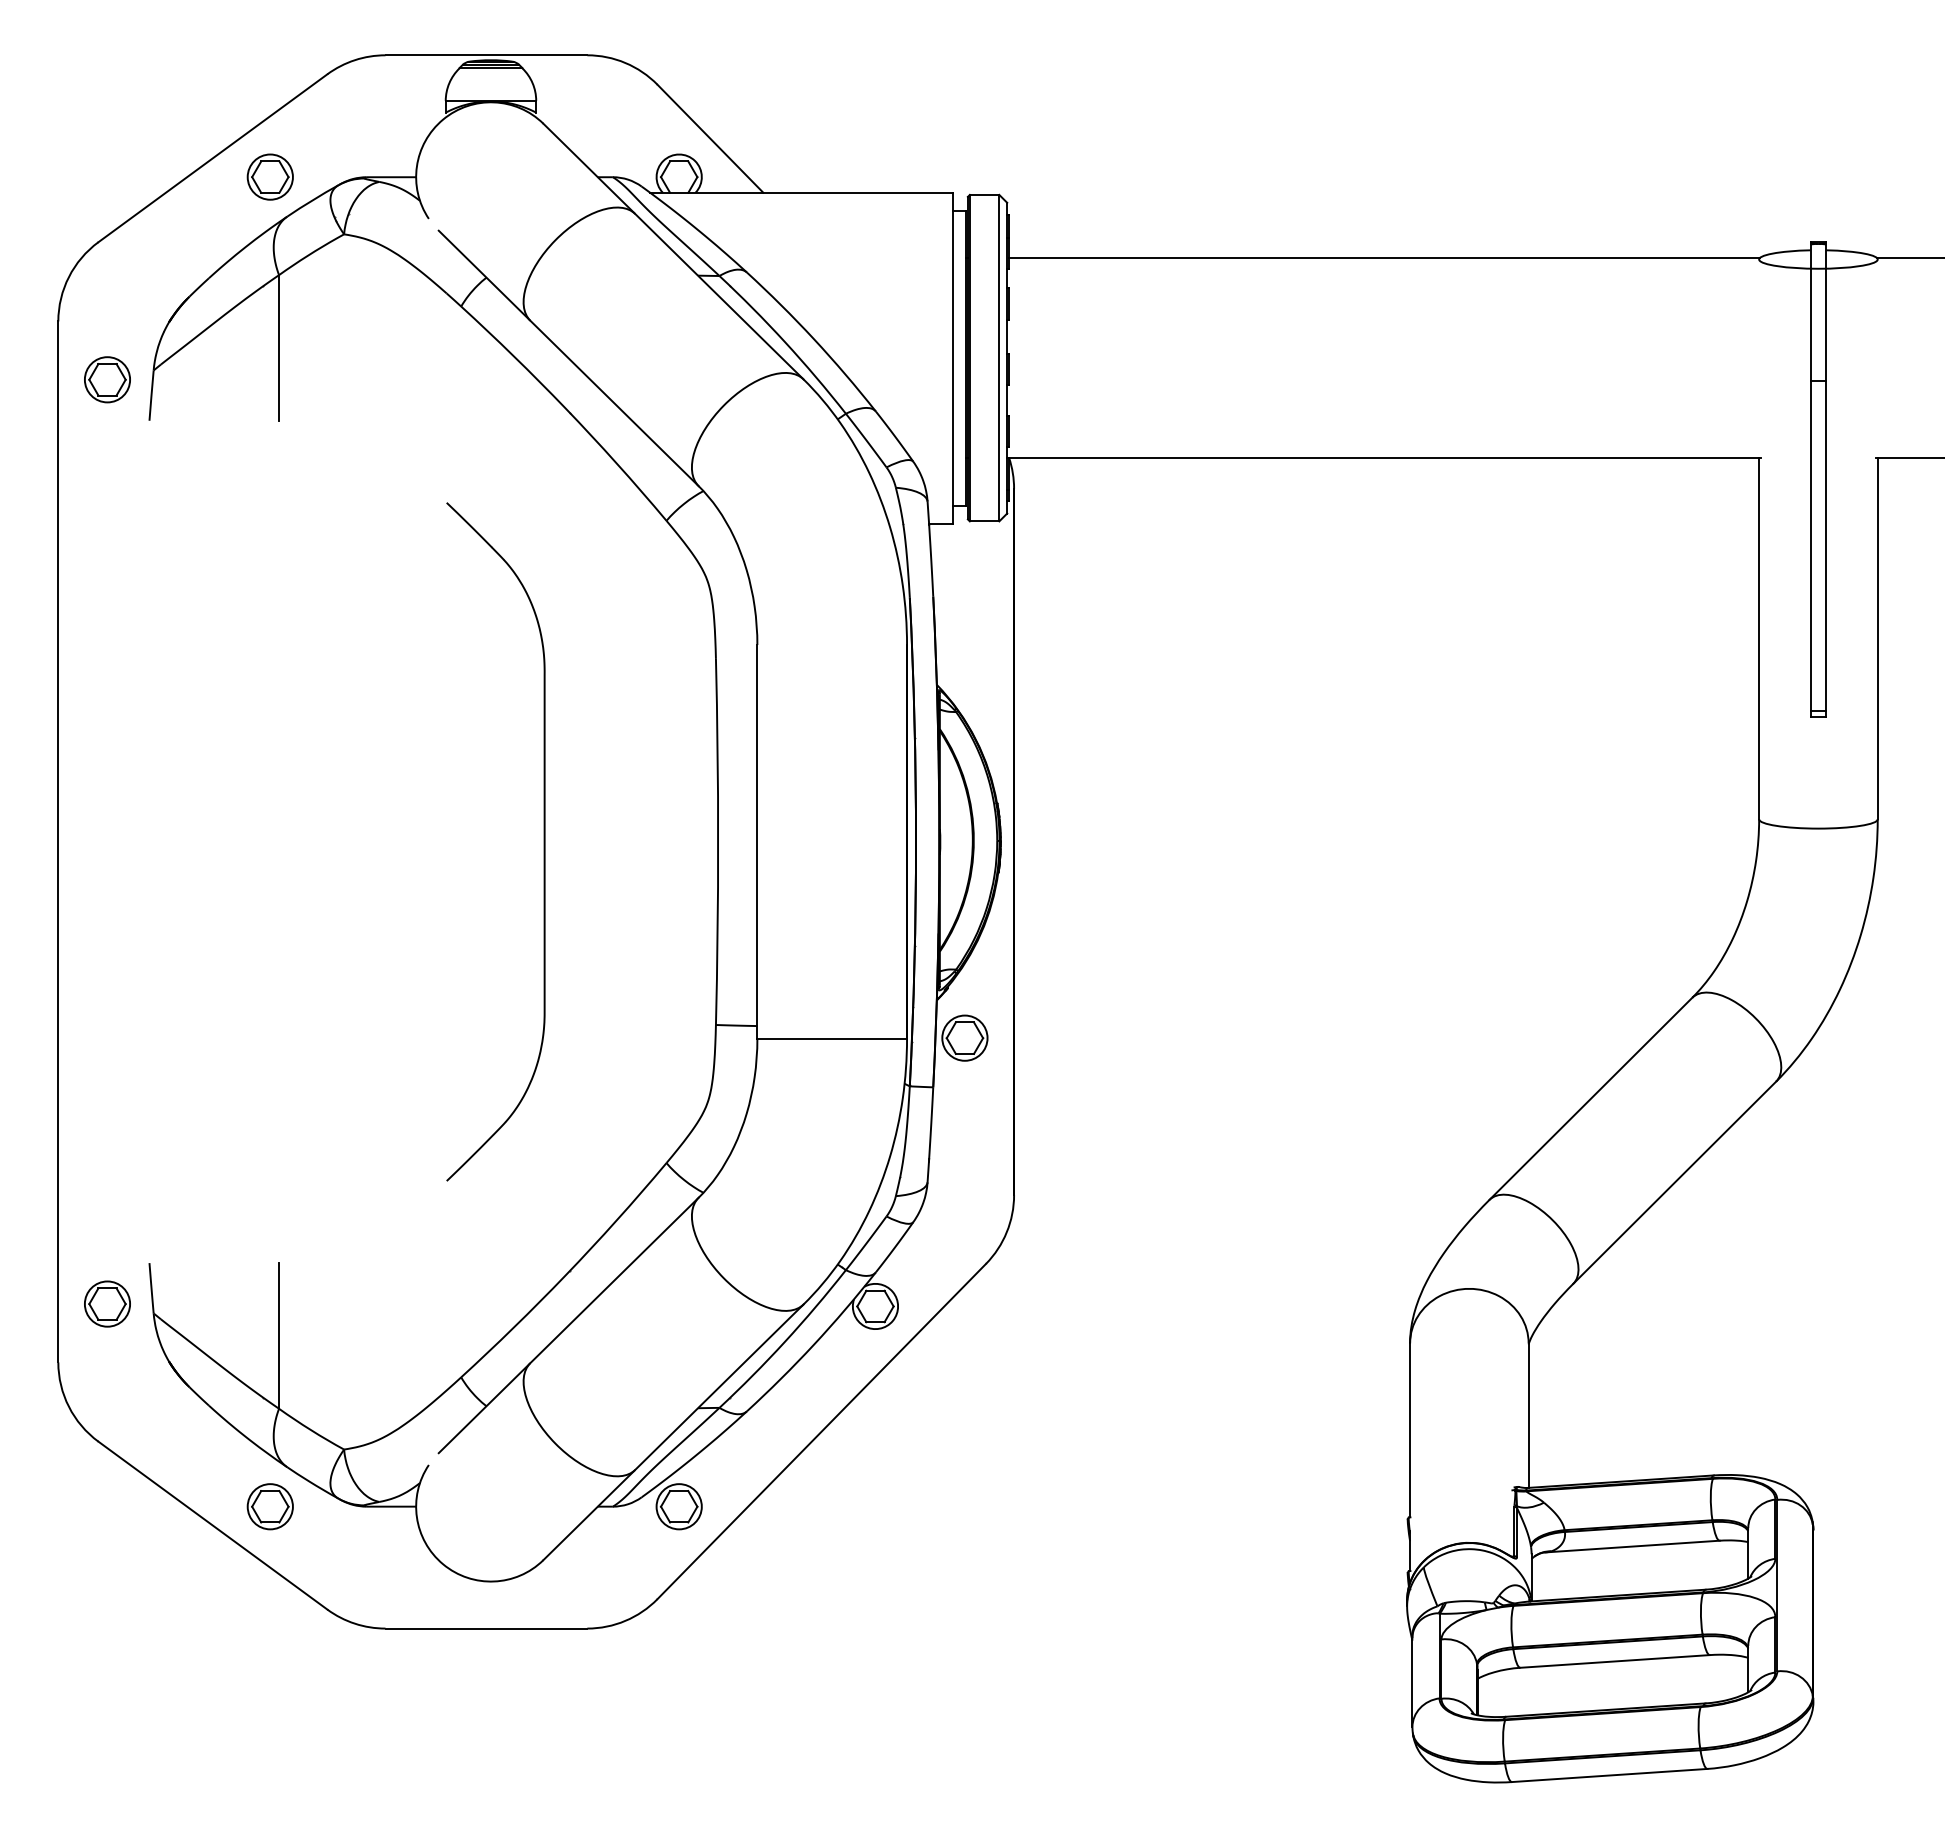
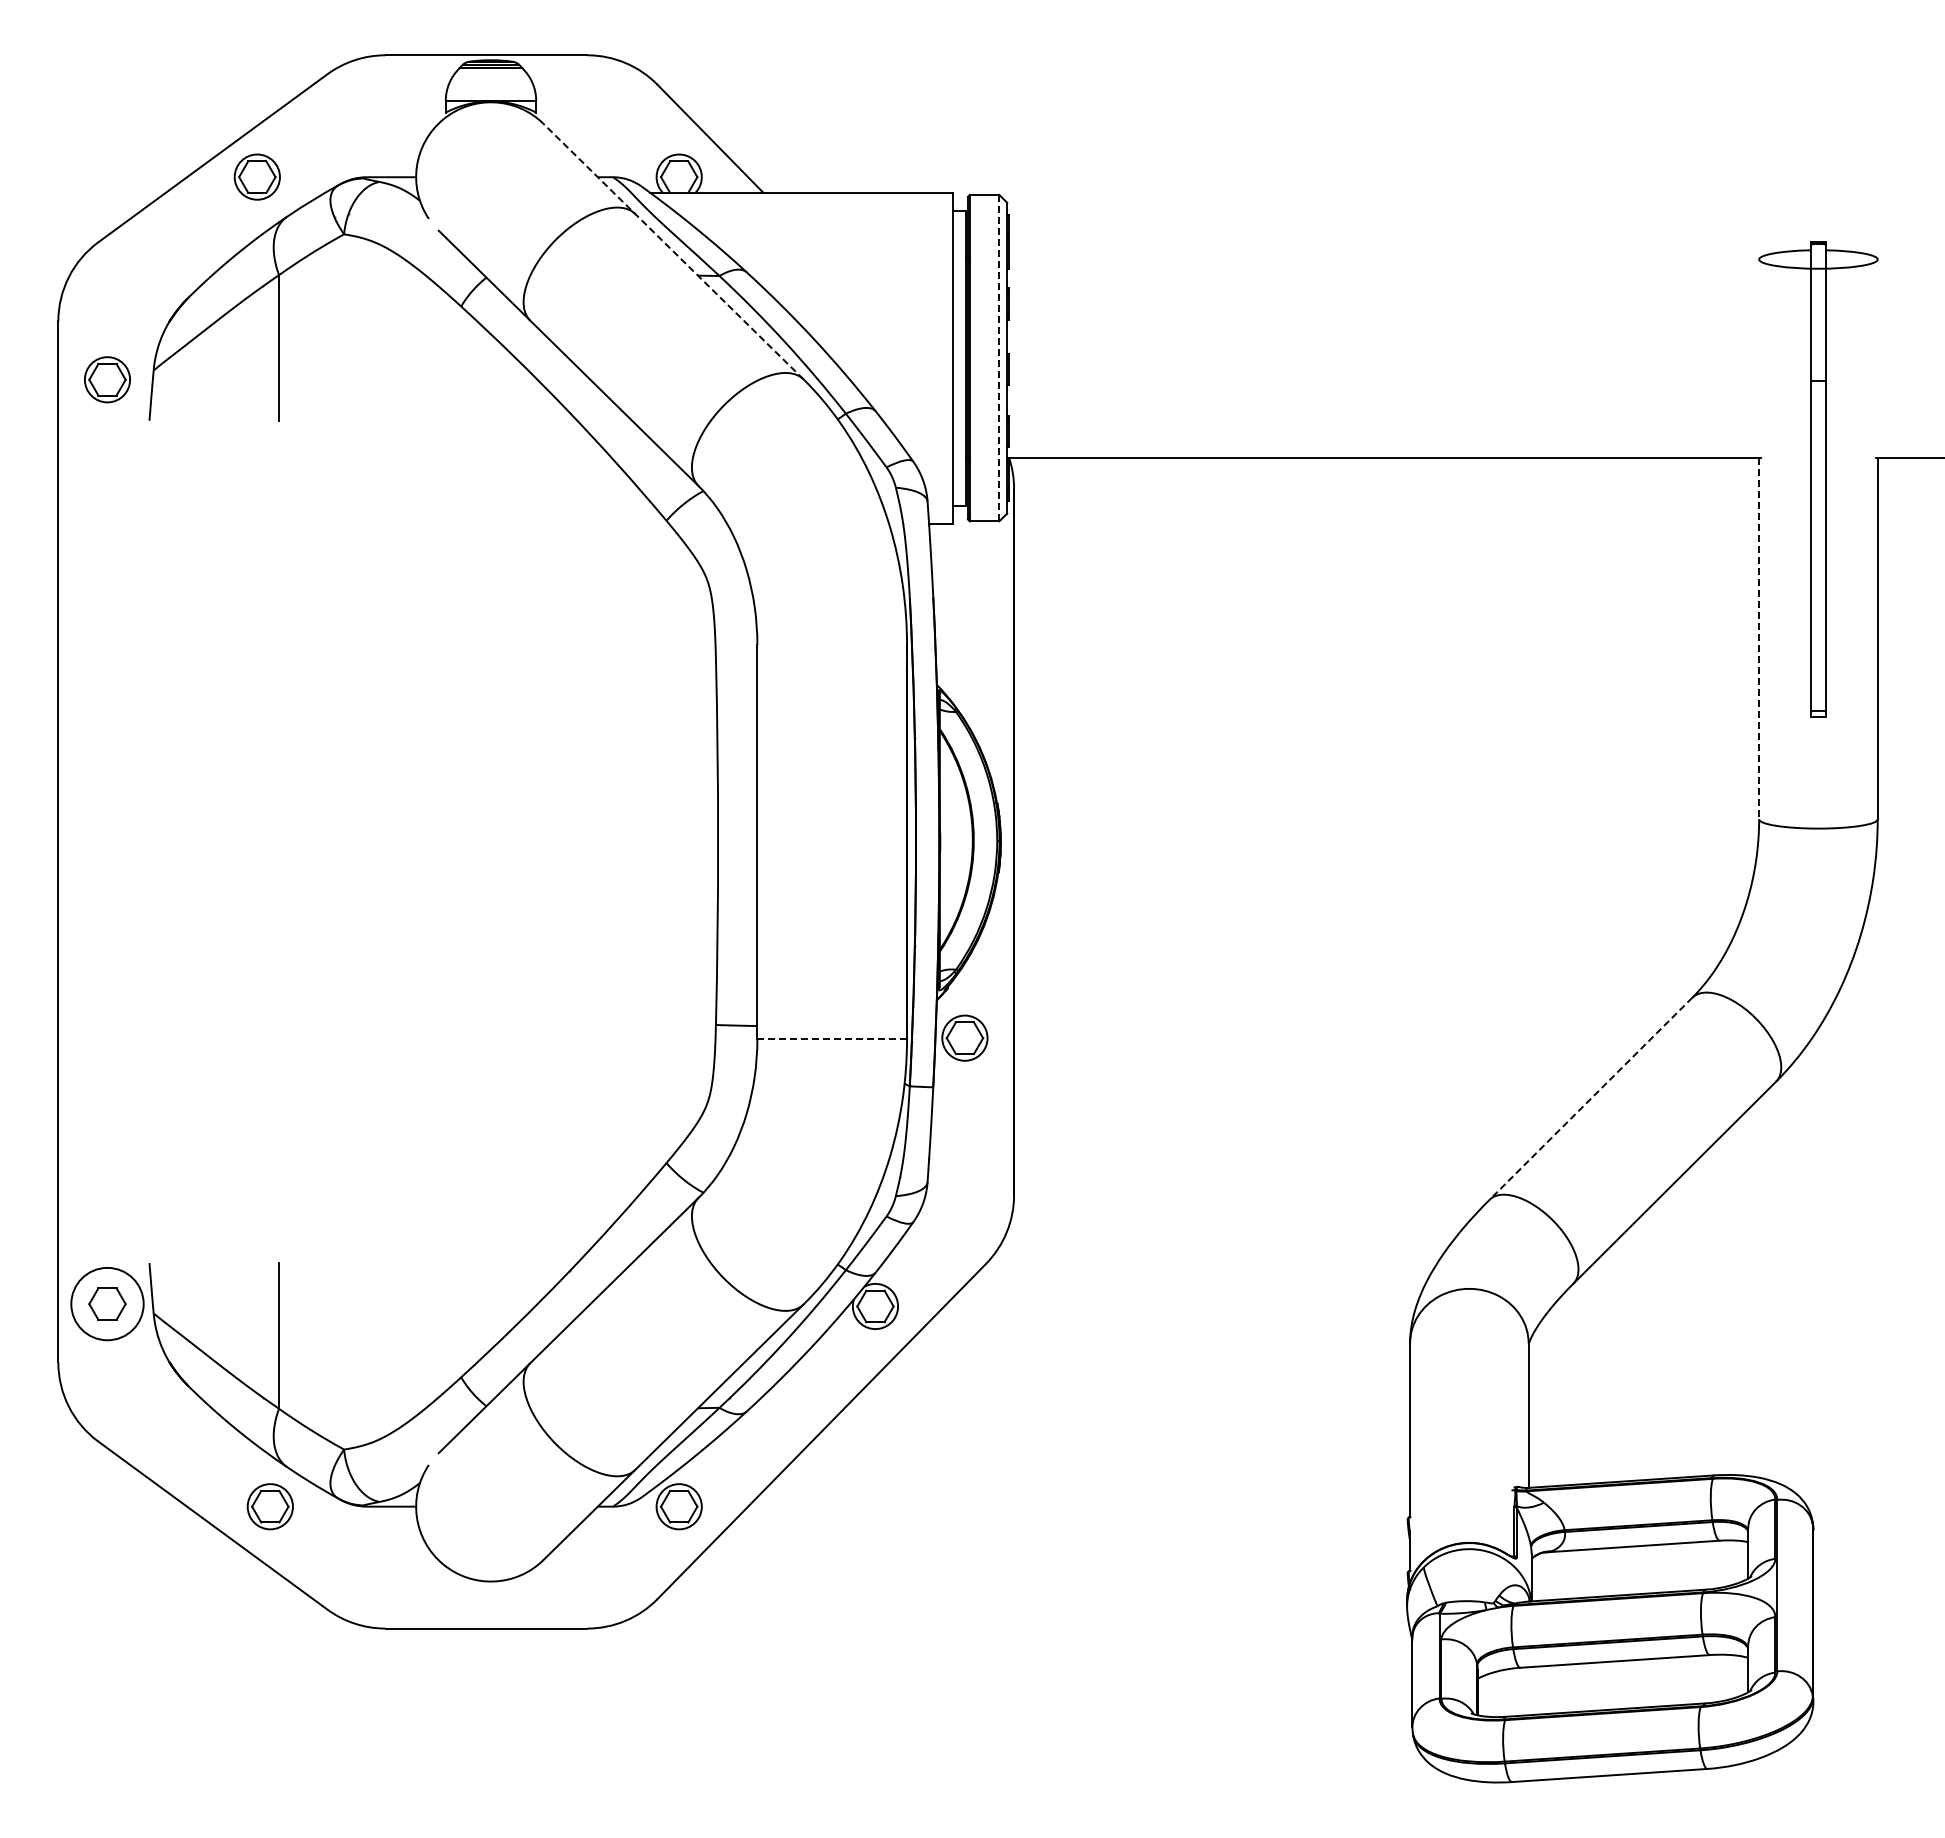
part at (269, 176) position: (269, 176) -> (256, 176)
line at (673, 251): solid -> dashed
line at (1384, 258): present -> none
line at (1909, 258): present -> none
line at (999, 358): solid -> dashed
line at (1759, 638): solid -> dashed
curve at (543, 841): present -> none
line at (832, 1038): solid -> dashed
line at (1590, 1099): solid -> dashed
circle at (107, 1303) diameter: 45 px -> 72 px
